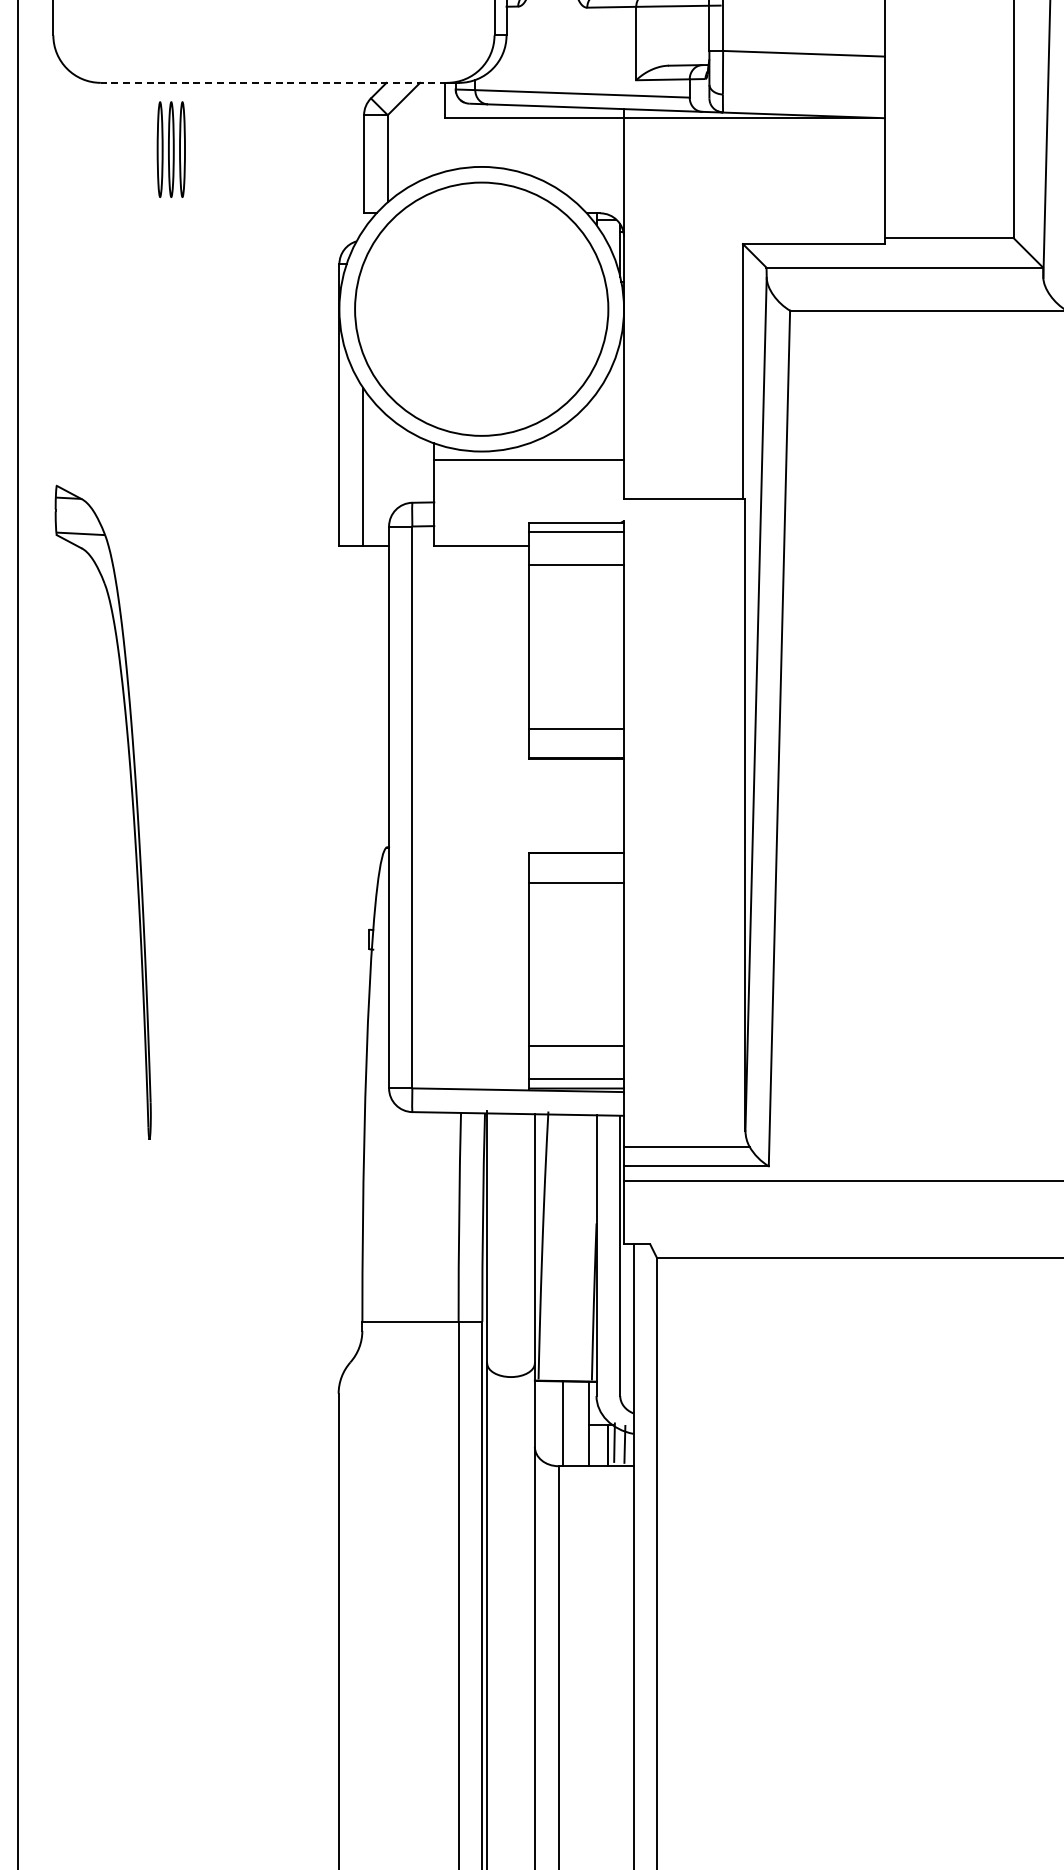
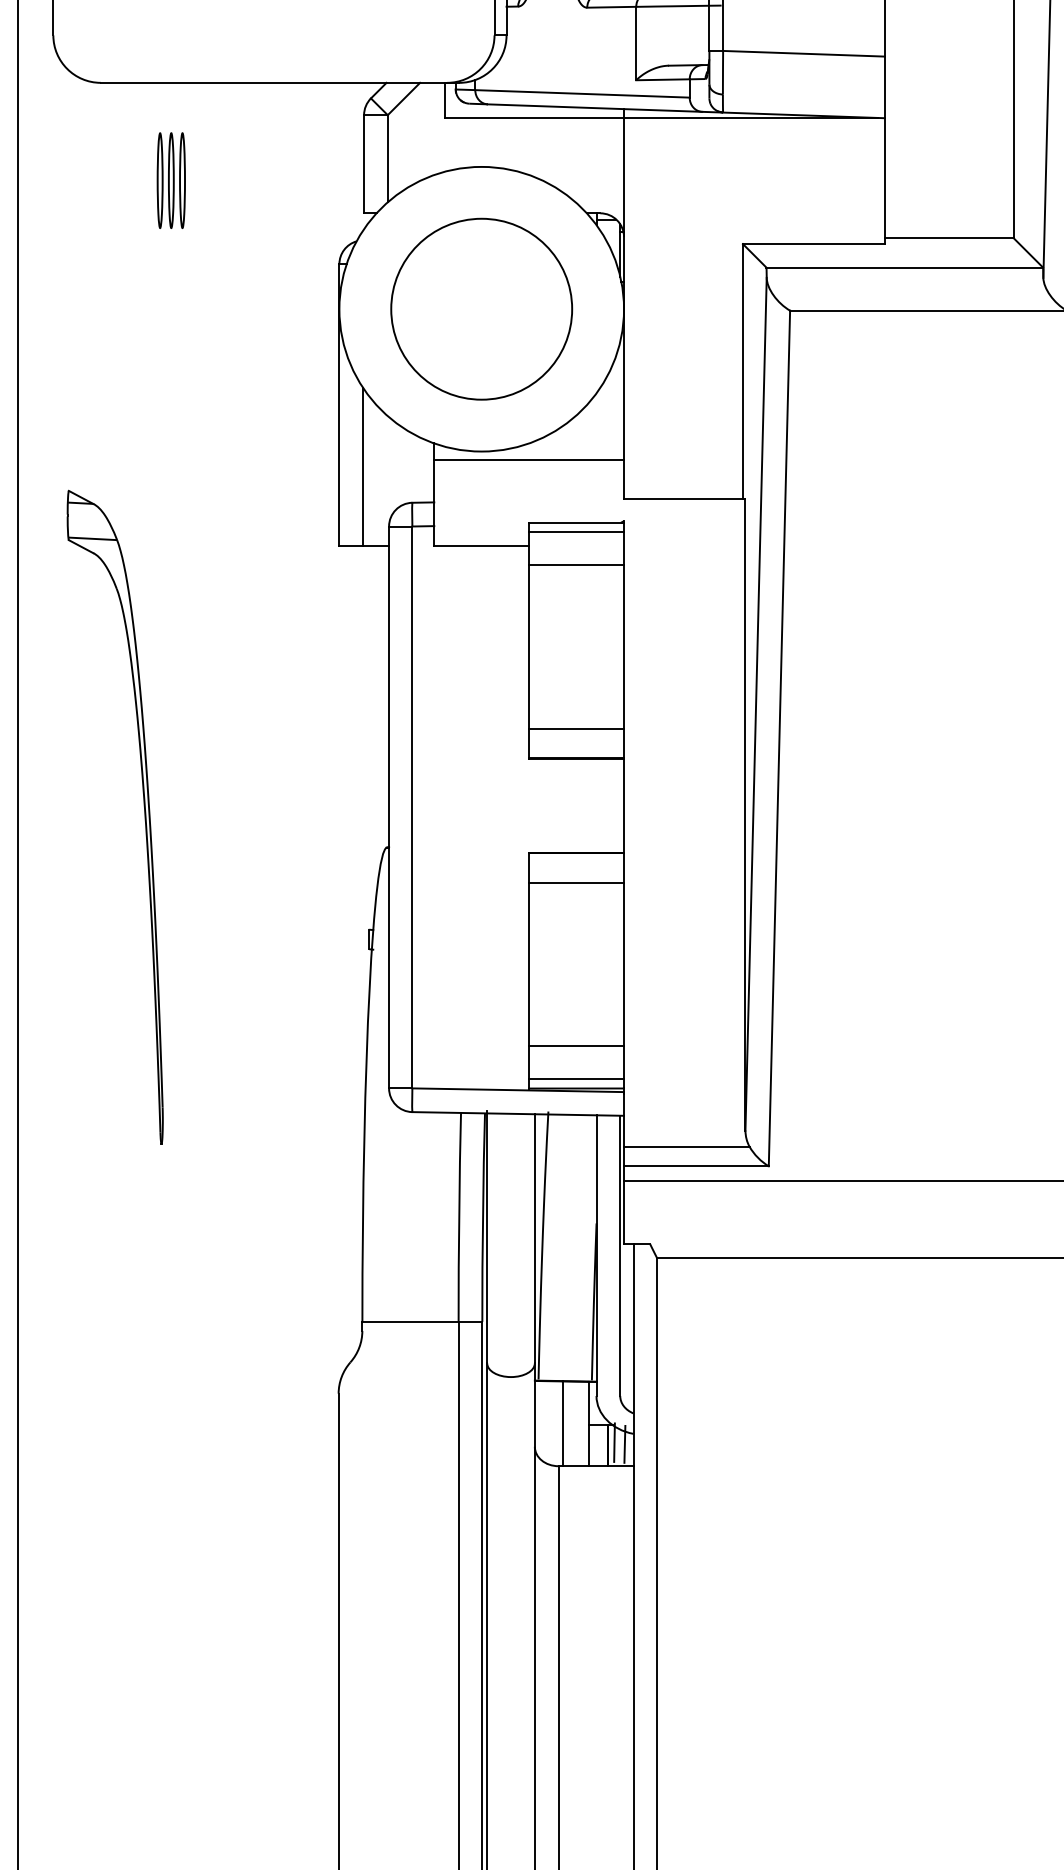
line at (273, 82): dashed -> solid
part at (170, 149) position: (170, 149) -> (170, 180)
circle at (481, 308) diameter: 253 px -> 181 px
part at (132, 811) position: (132, 811) -> (144, 816)
